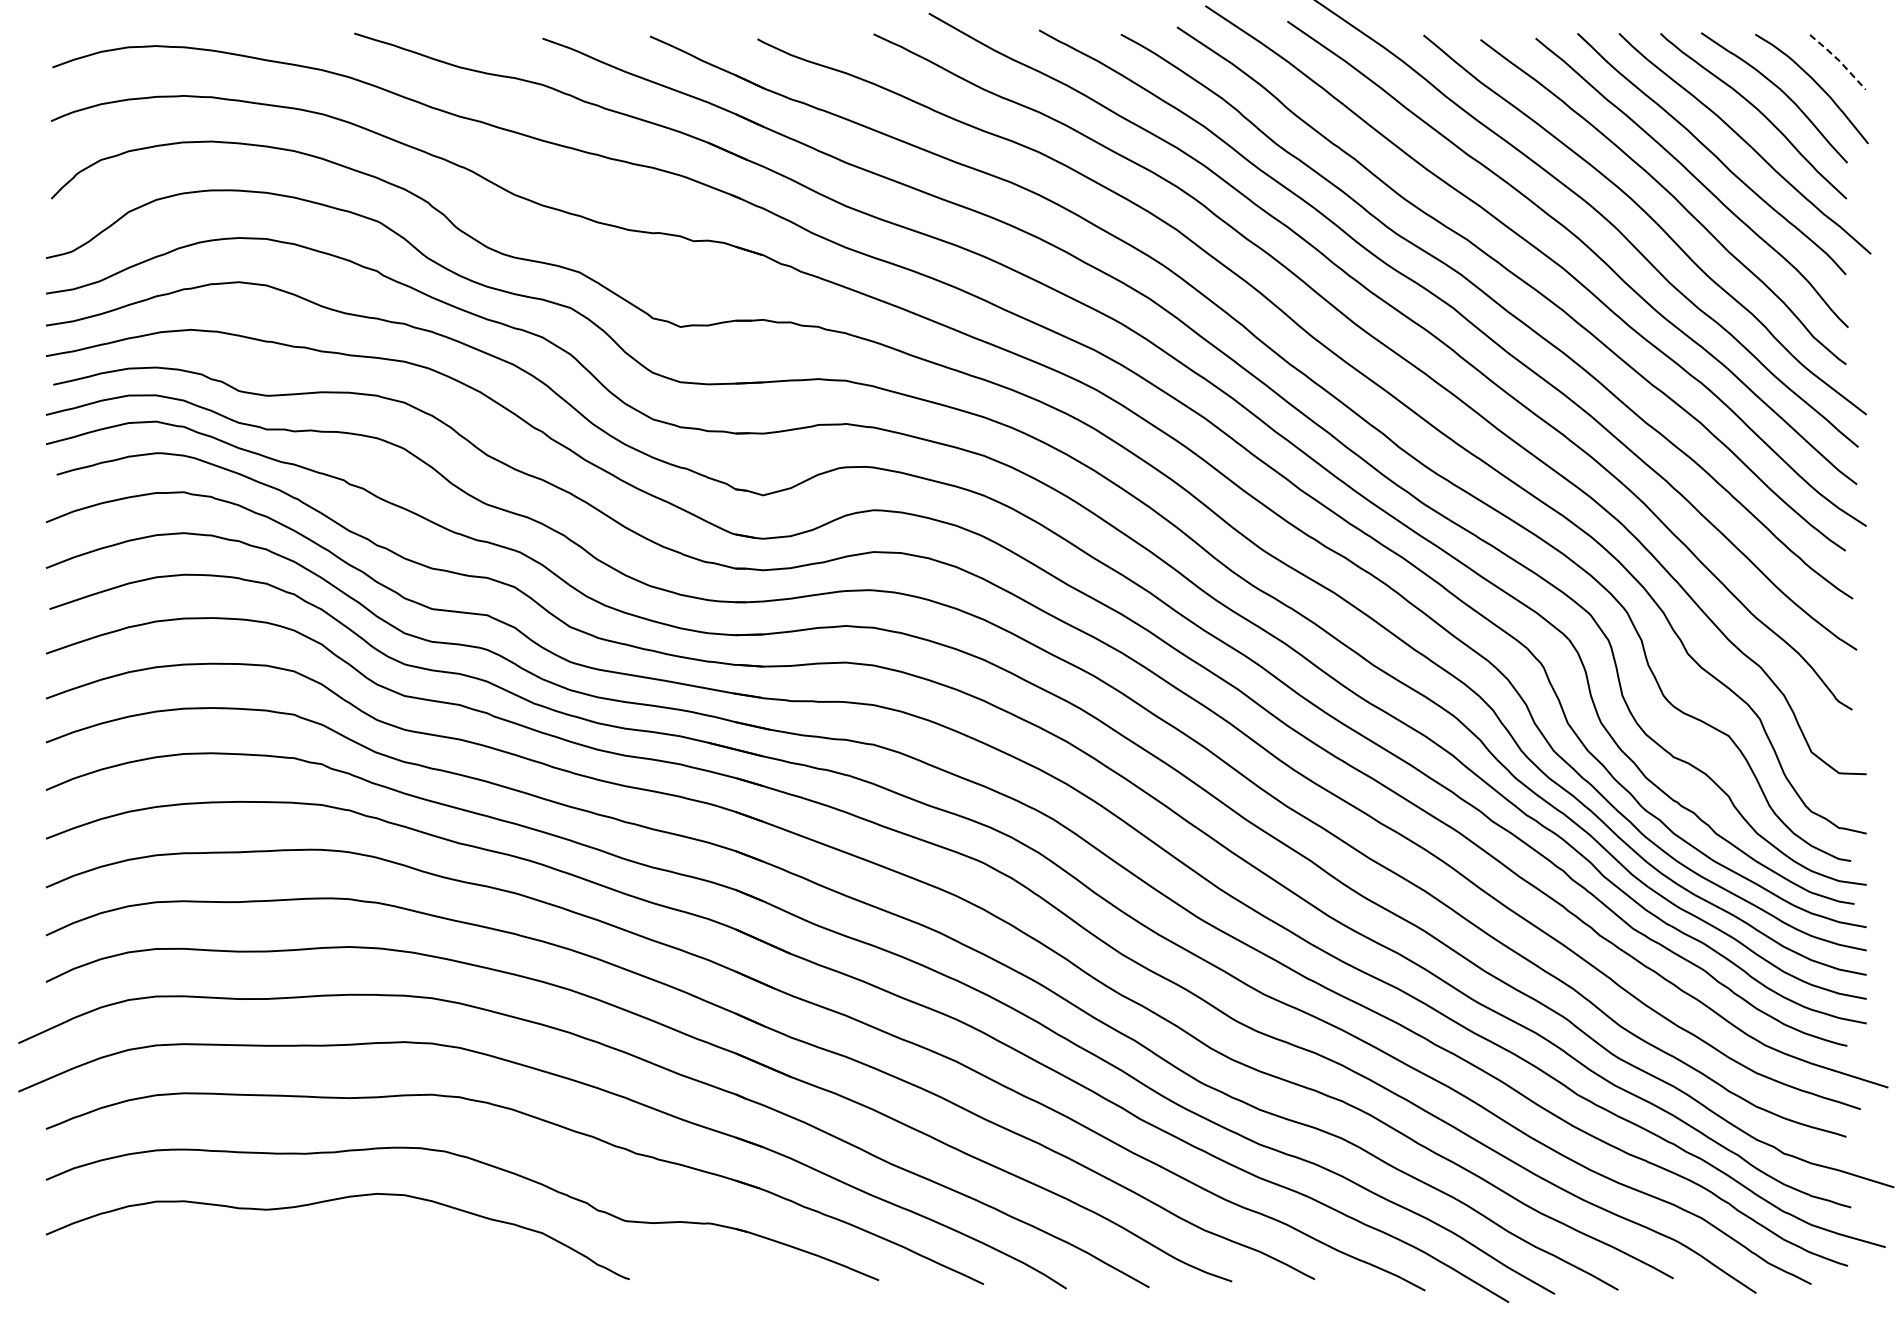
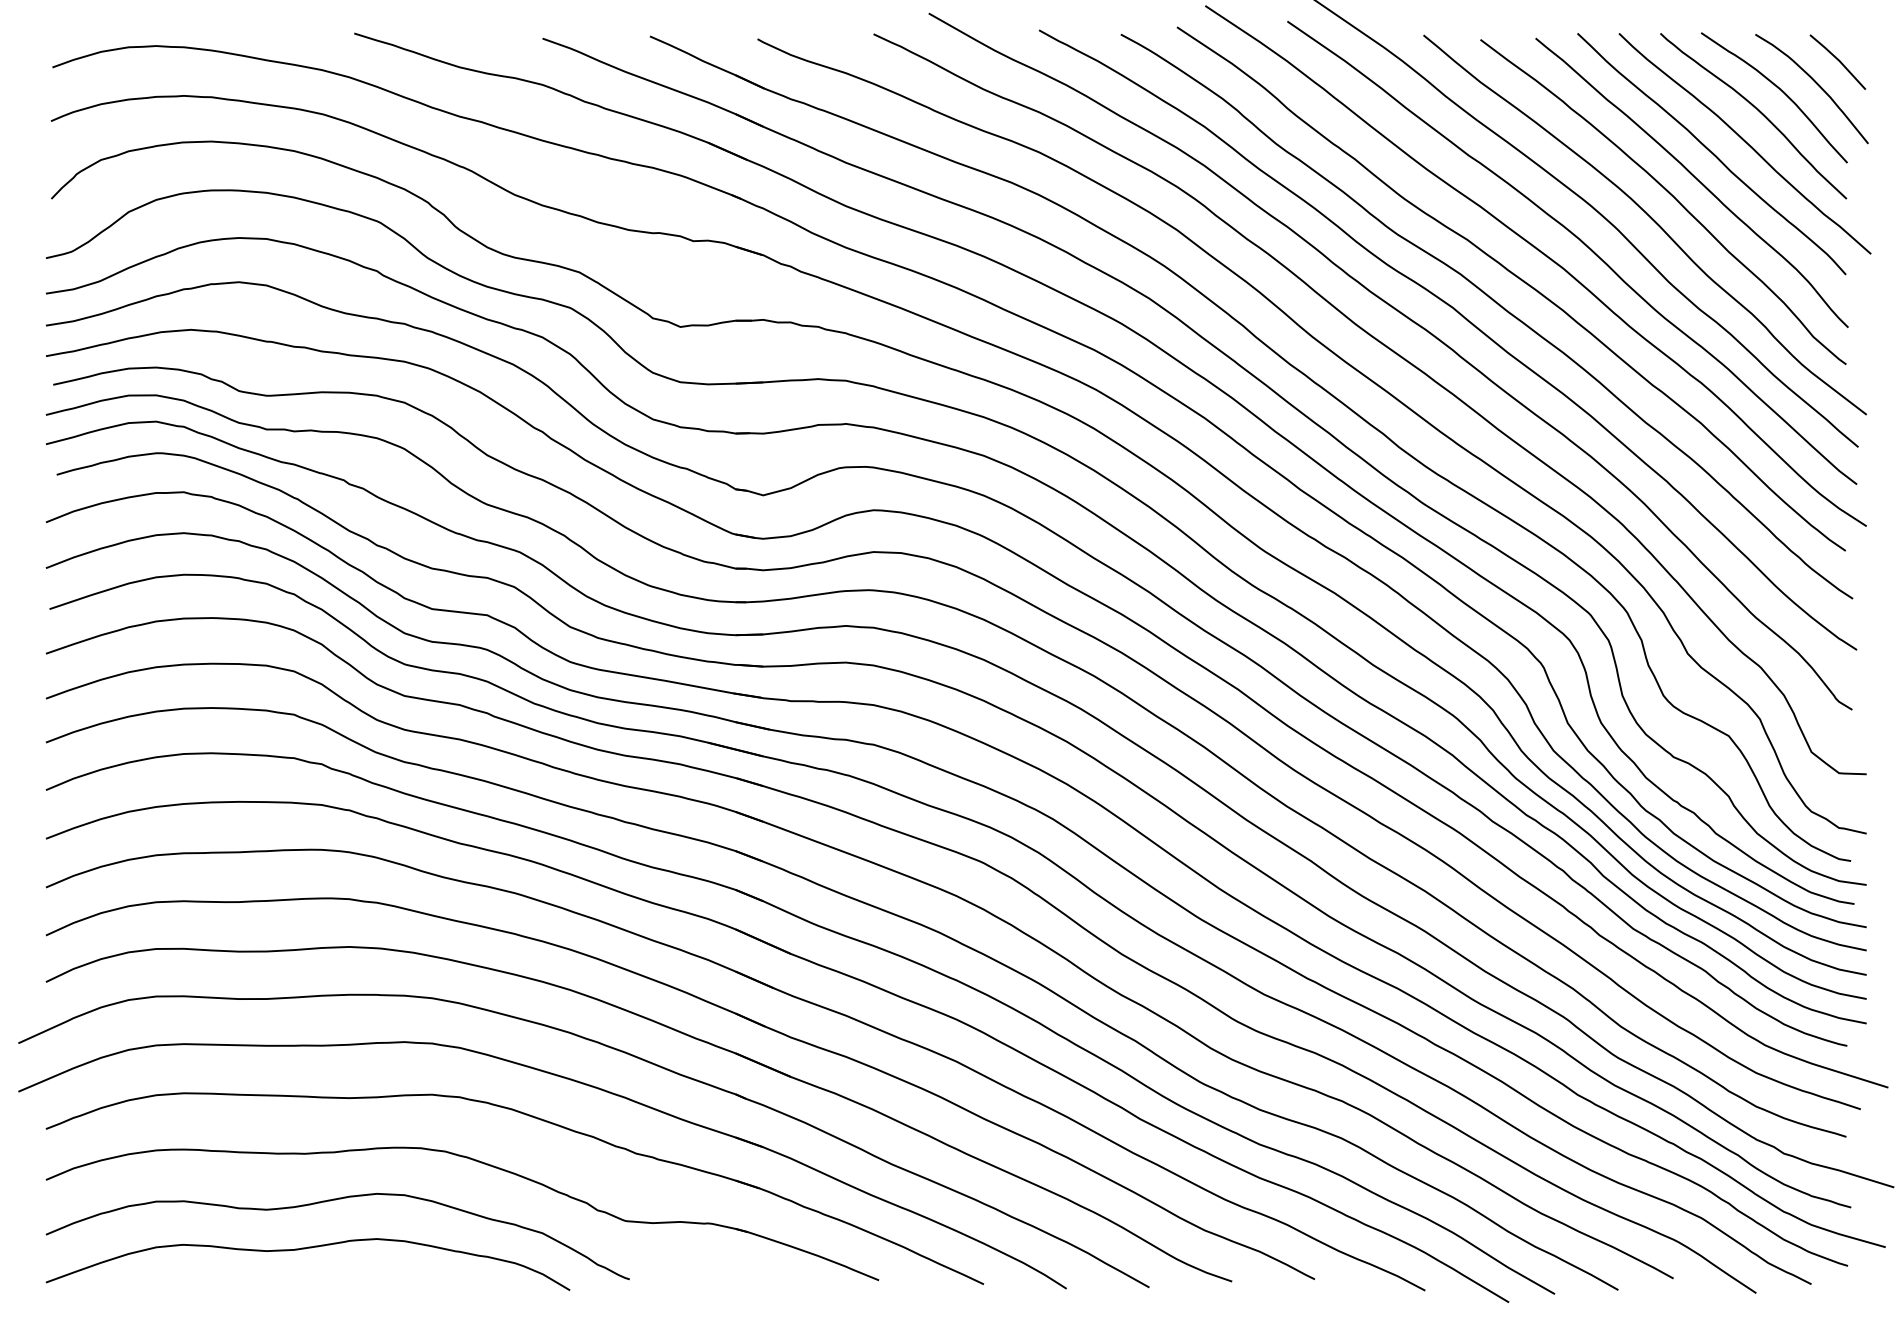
line at (1839, 61): dashed -> solid
curve at (305, 1249): none -> present
